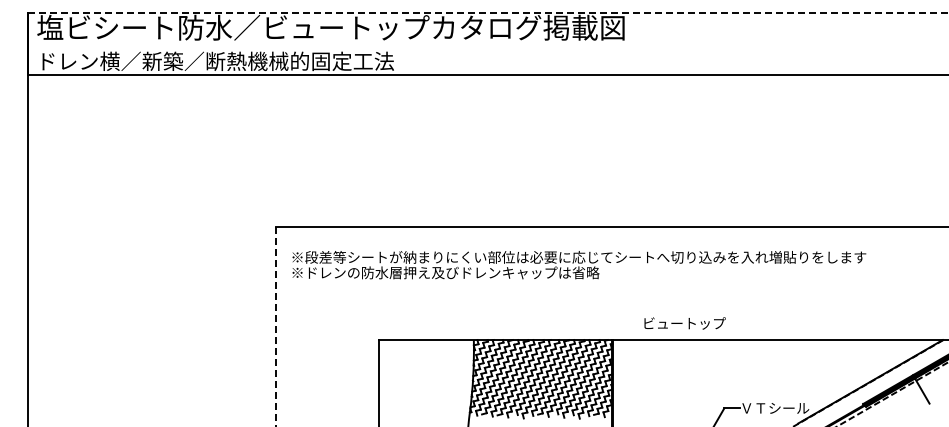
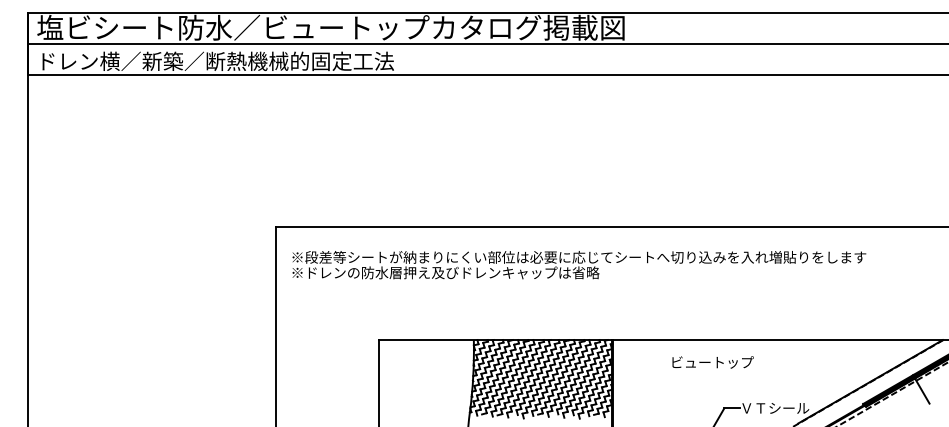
line at (488, 12): dashed -> solid
line at (486, 43): none -> present
text at (684, 323) position: (684, 323) -> (712, 362)
line at (275, 326): dashed -> solid
